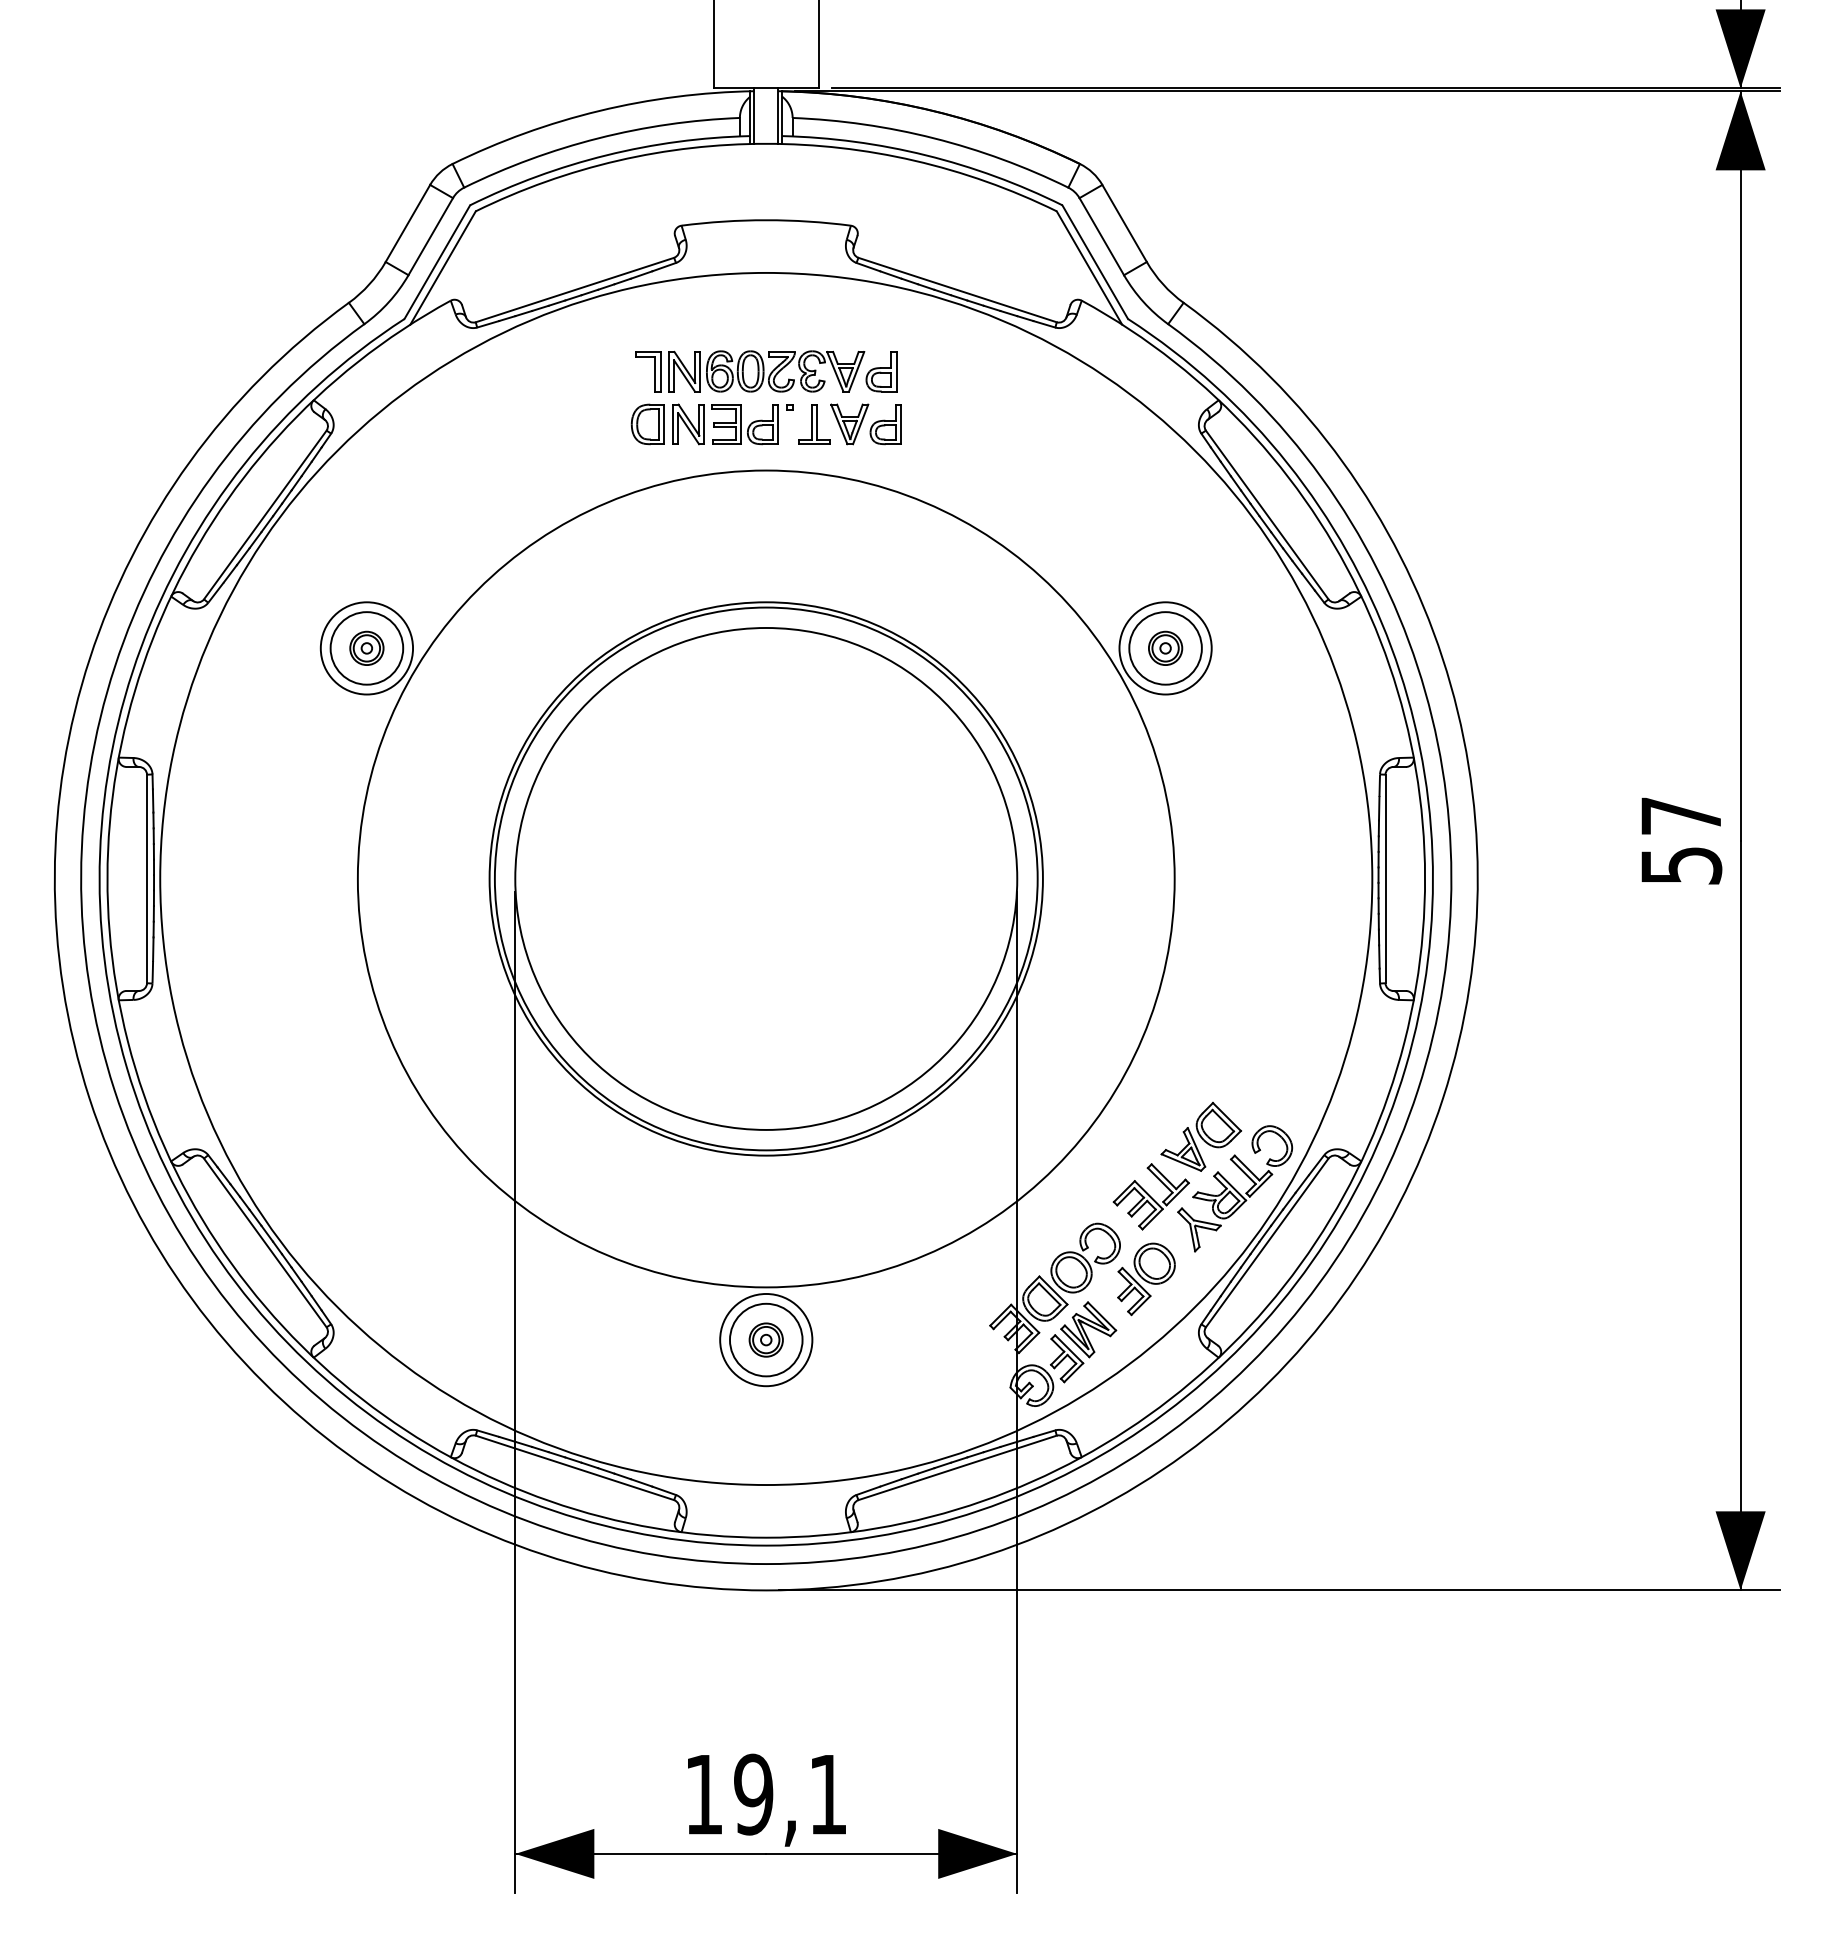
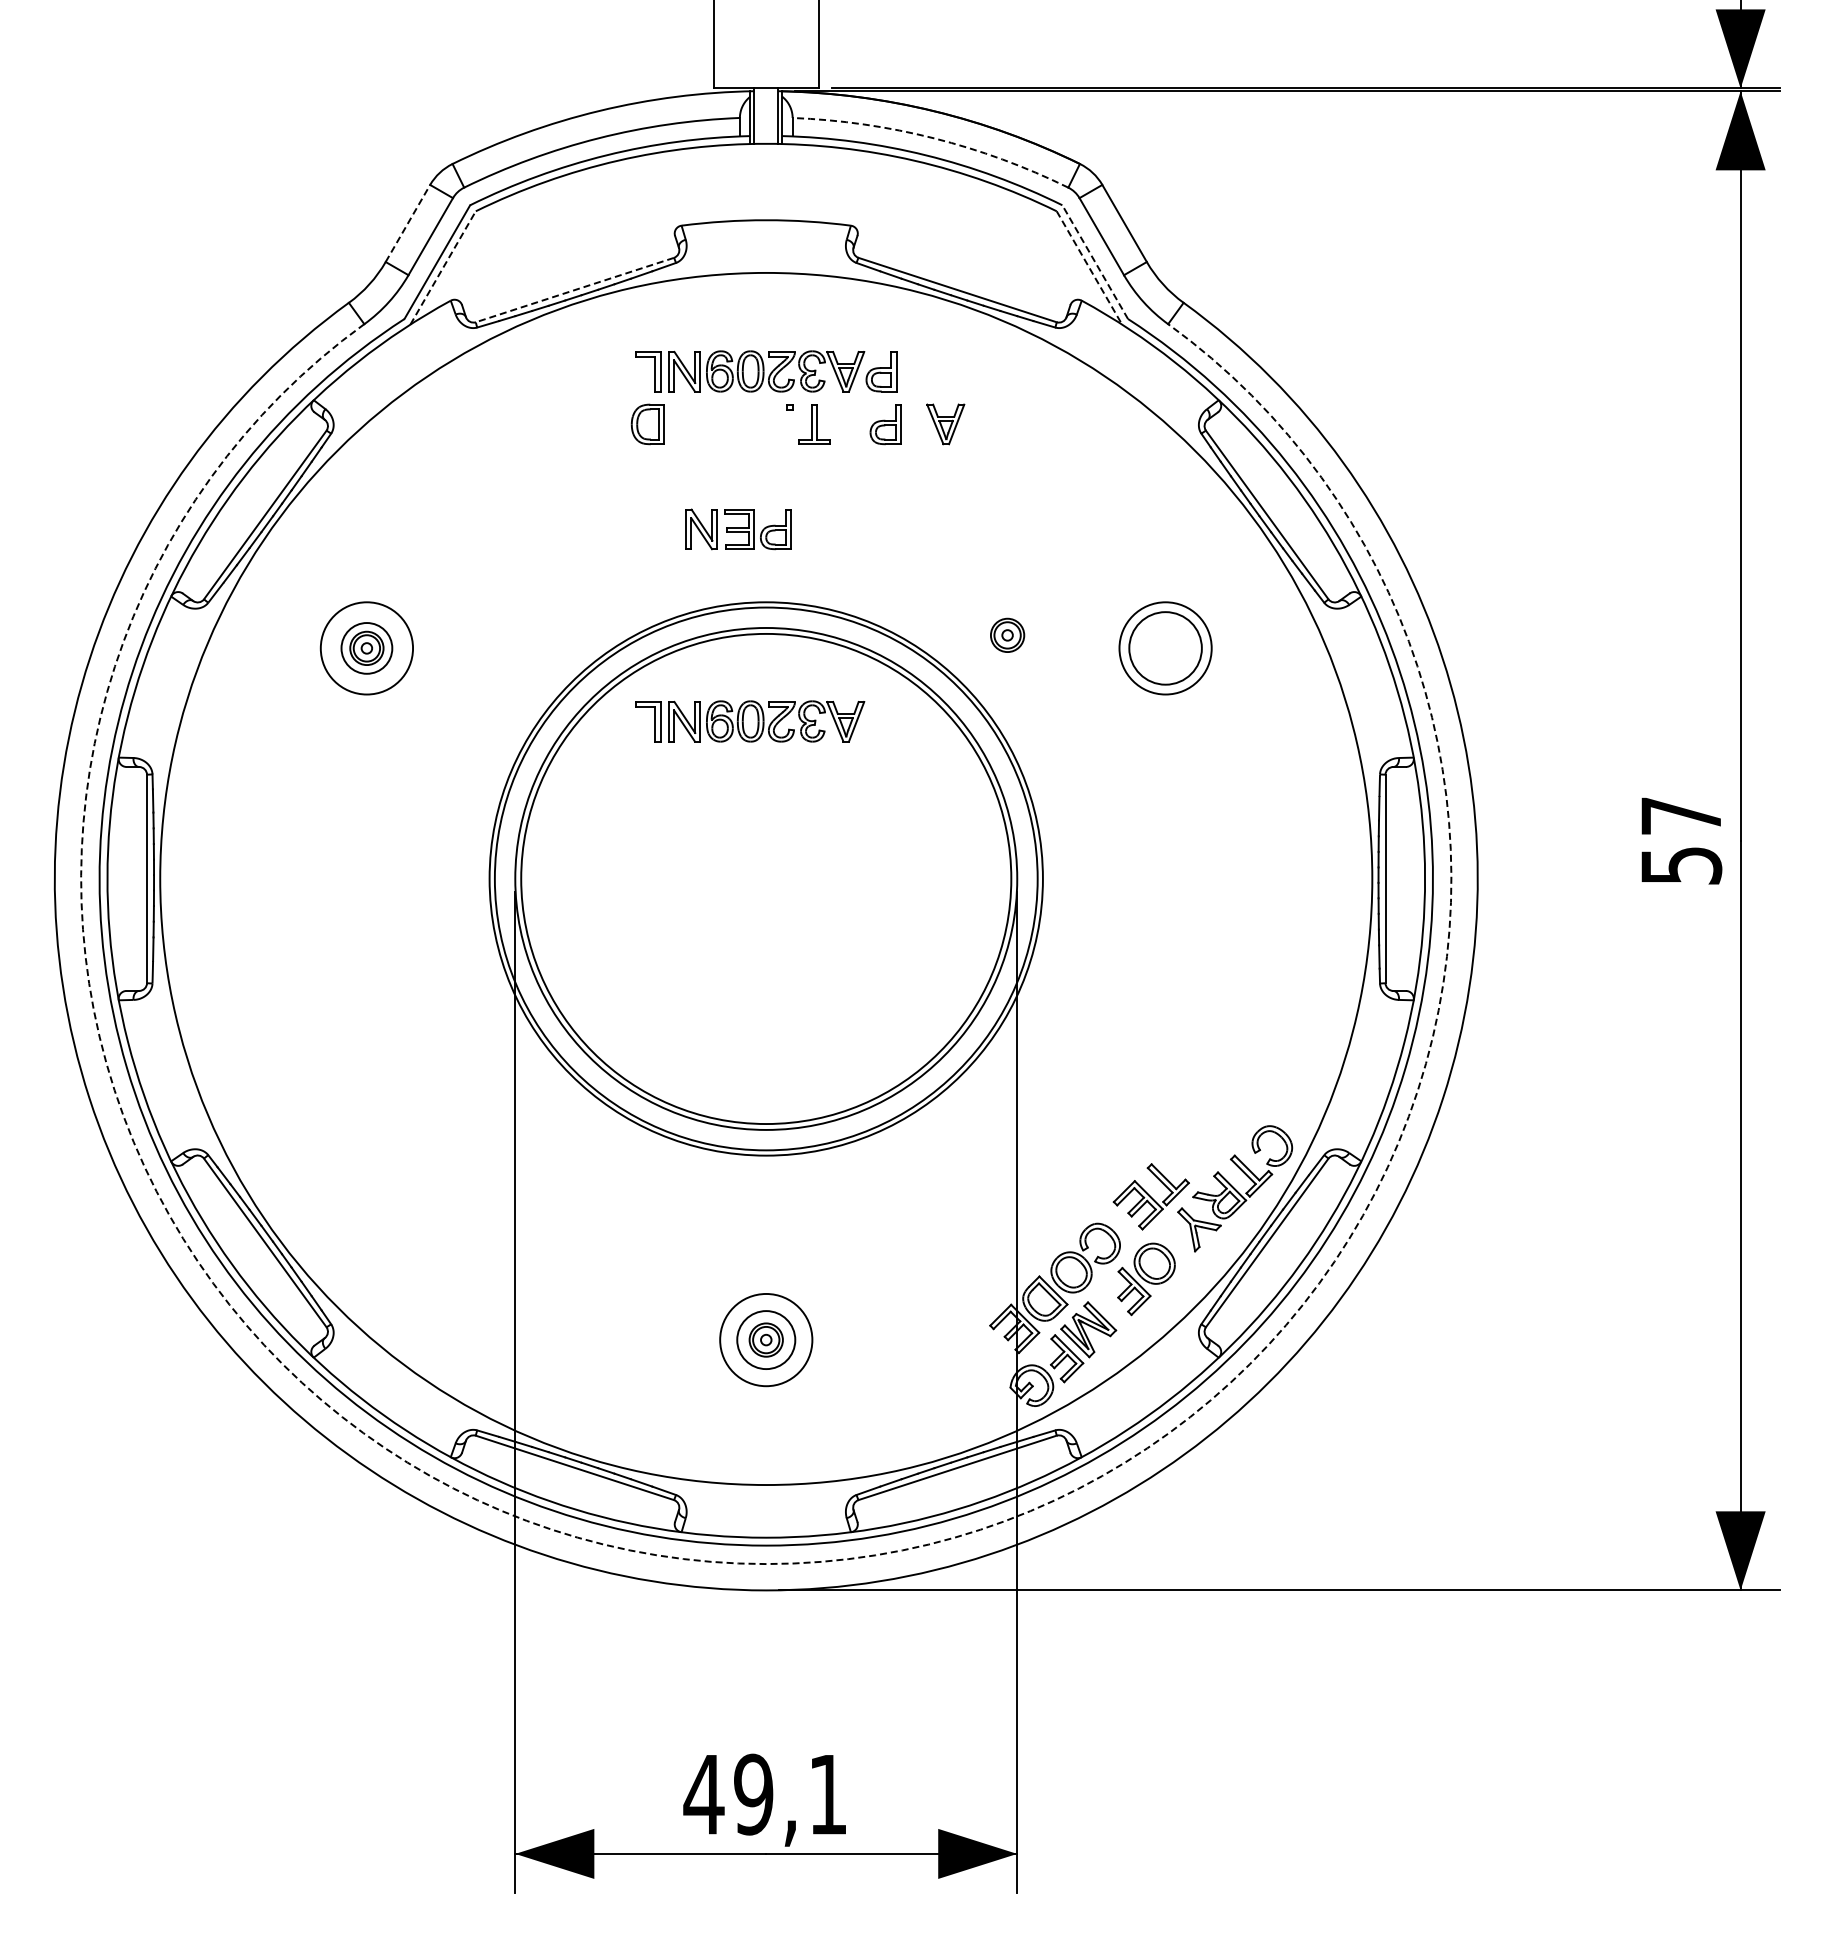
arc at (934, 138): solid -> dashed
line at (408, 223): solid -> dashed
line at (1095, 262): solid -> dashed
line at (443, 267): solid -> dashed
line at (1089, 268): solid -> dashed
line at (574, 290): solid -> dashed
part at (725, 424) position: (725, 424) -> (738, 529)
part at (849, 424) position: (849, 424) -> (945, 424)
part at (1165, 647) position: (1165, 647) -> (1007, 634)
circle at (366, 648) diameter: 73 px -> 51 px
part at (750, 721): none -> present
circle at (765, 878) diameter: 817 px -> 490 px
part at (1200, 1136): present -> none
circle at (766, 1339) diameter: 73 px -> 58 px
arc at (766, 1564): solid -> dashed
text at (703, 1794): 19,1 -> 49,1
